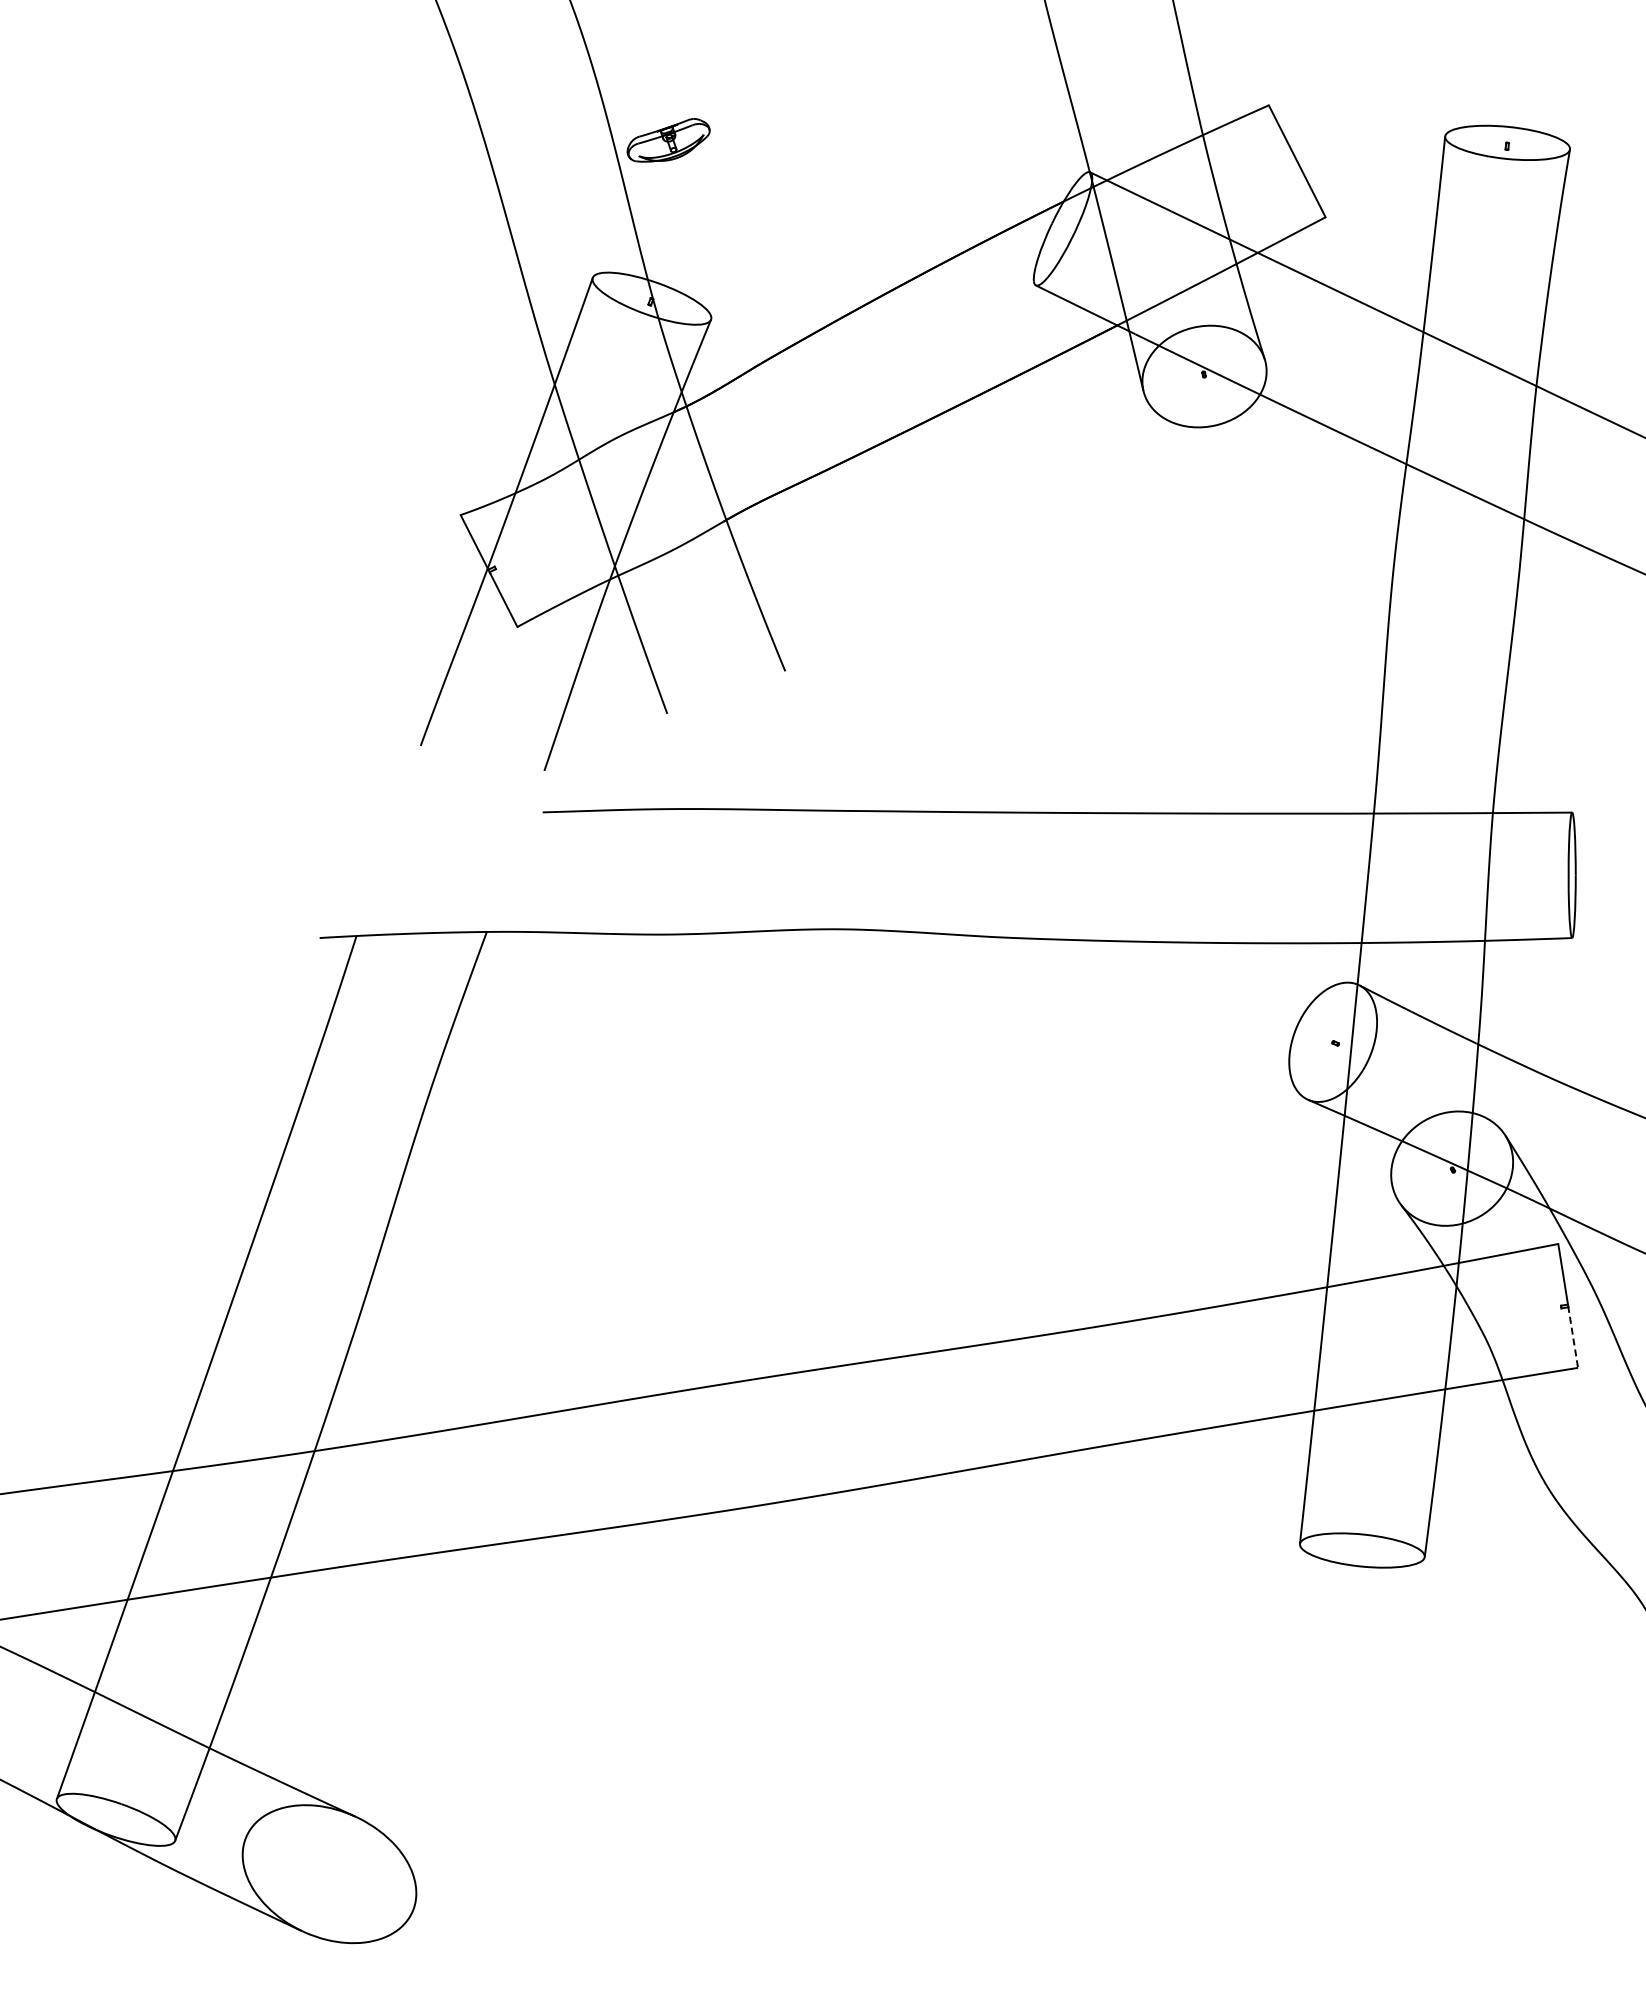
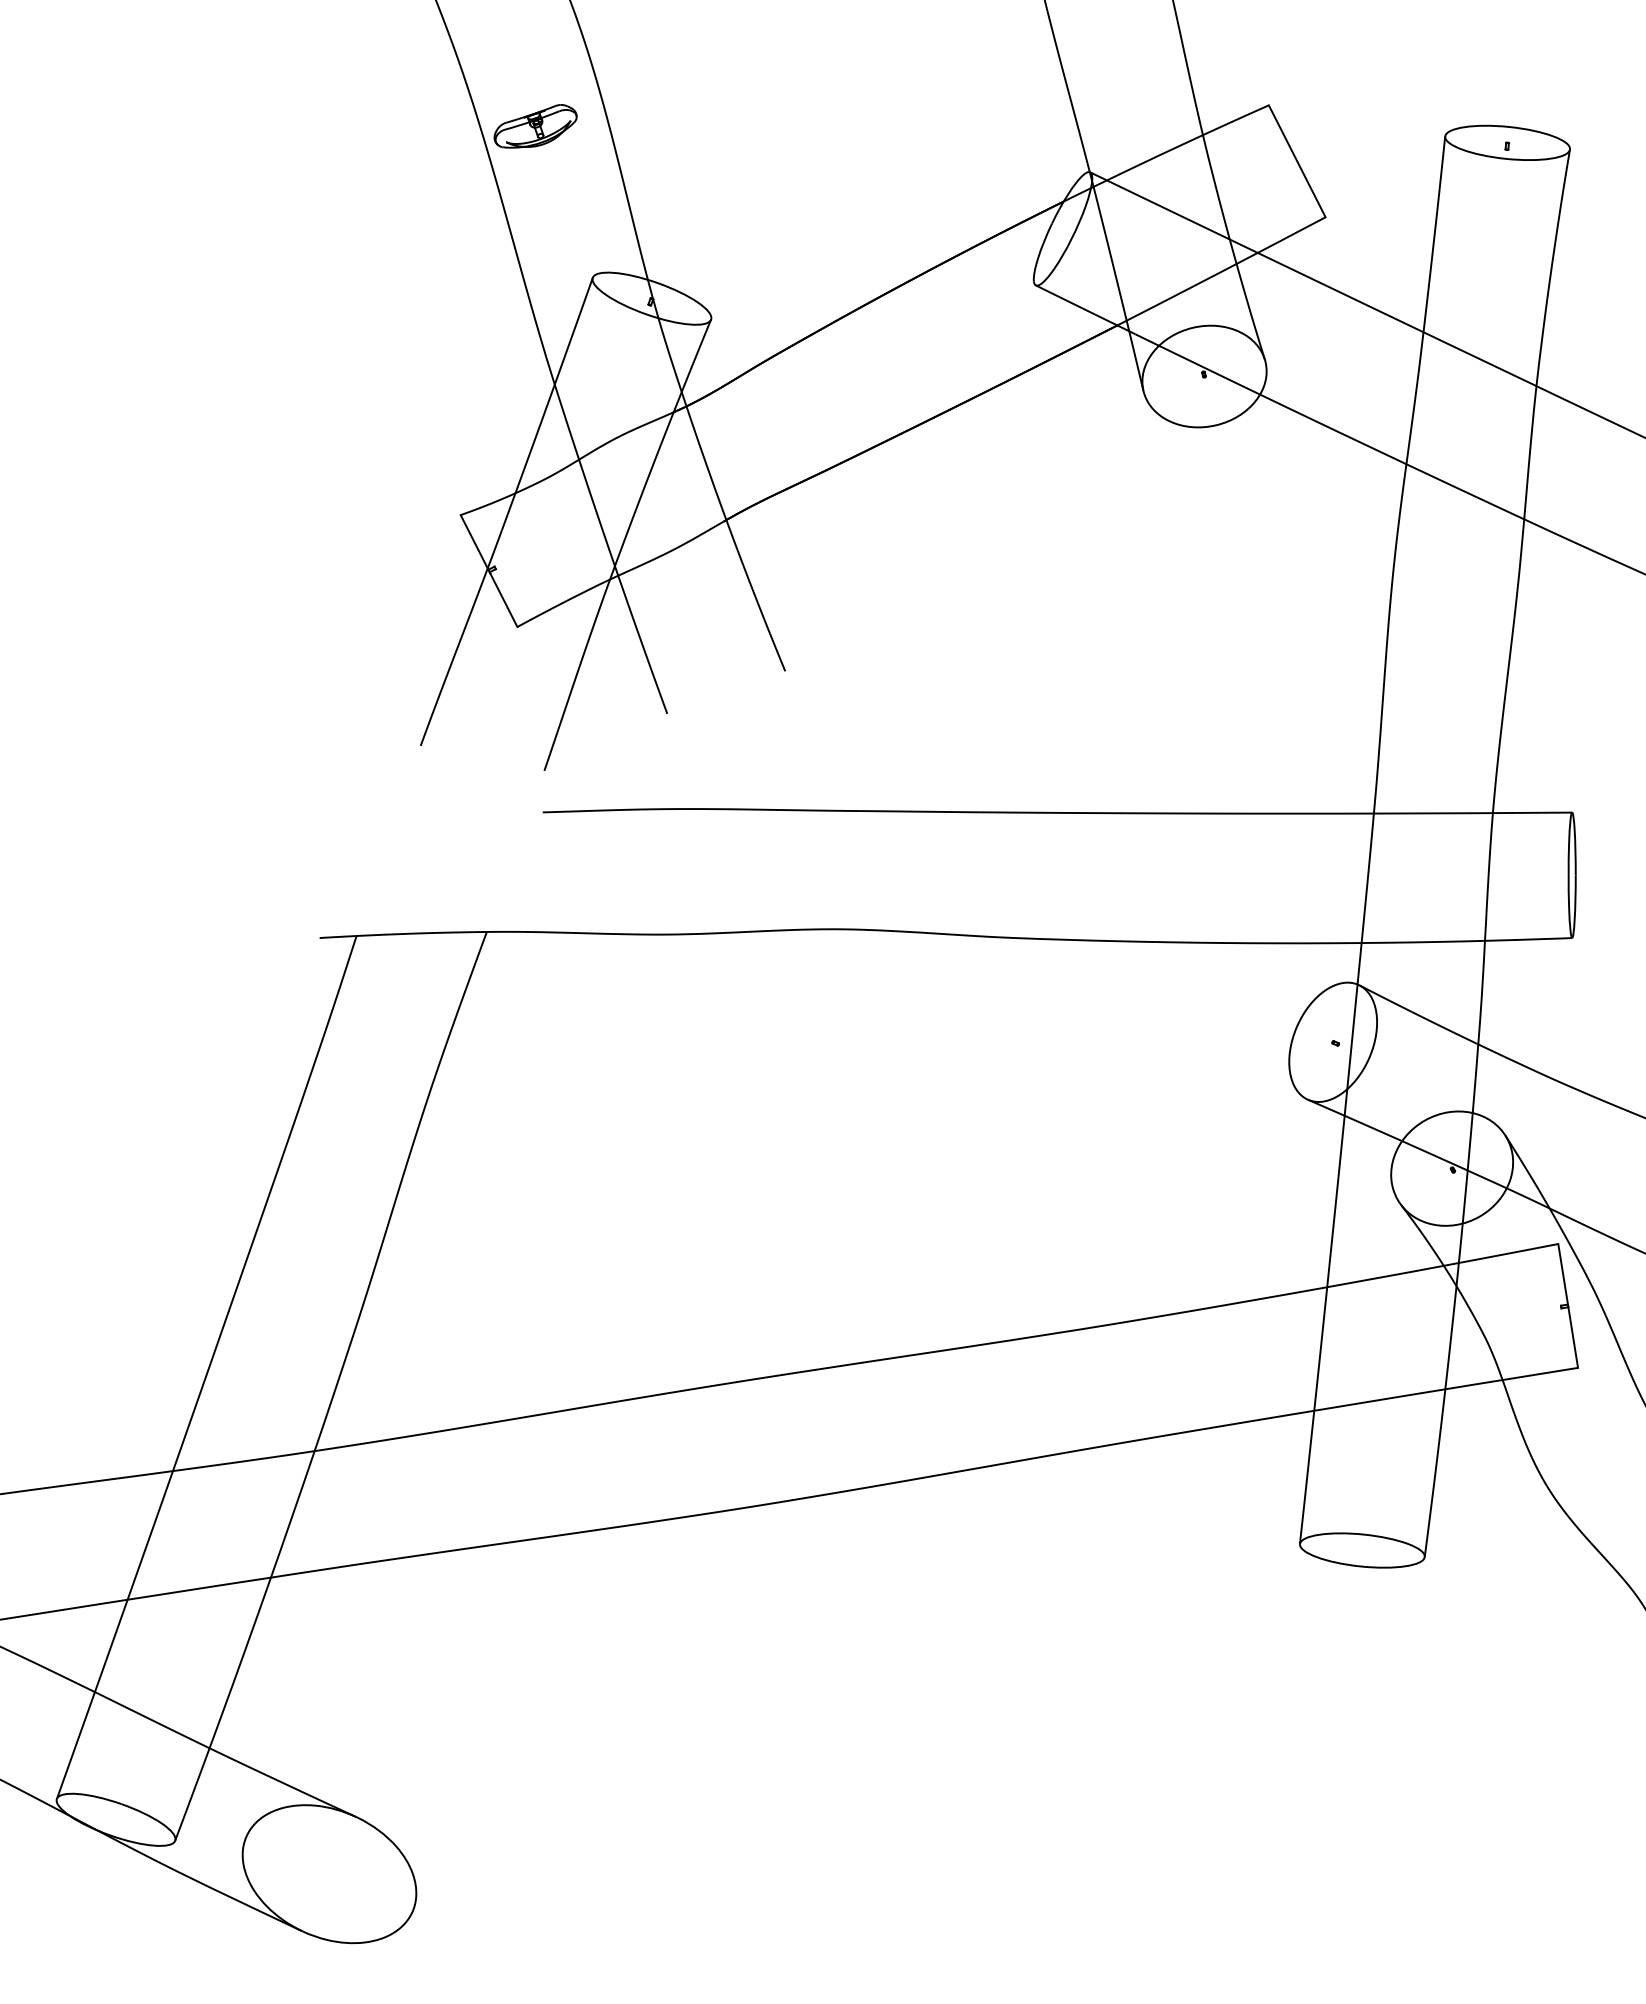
part at (668, 140) position: (668, 140) -> (535, 126)
line at (1573, 1337): dashed -> solid
